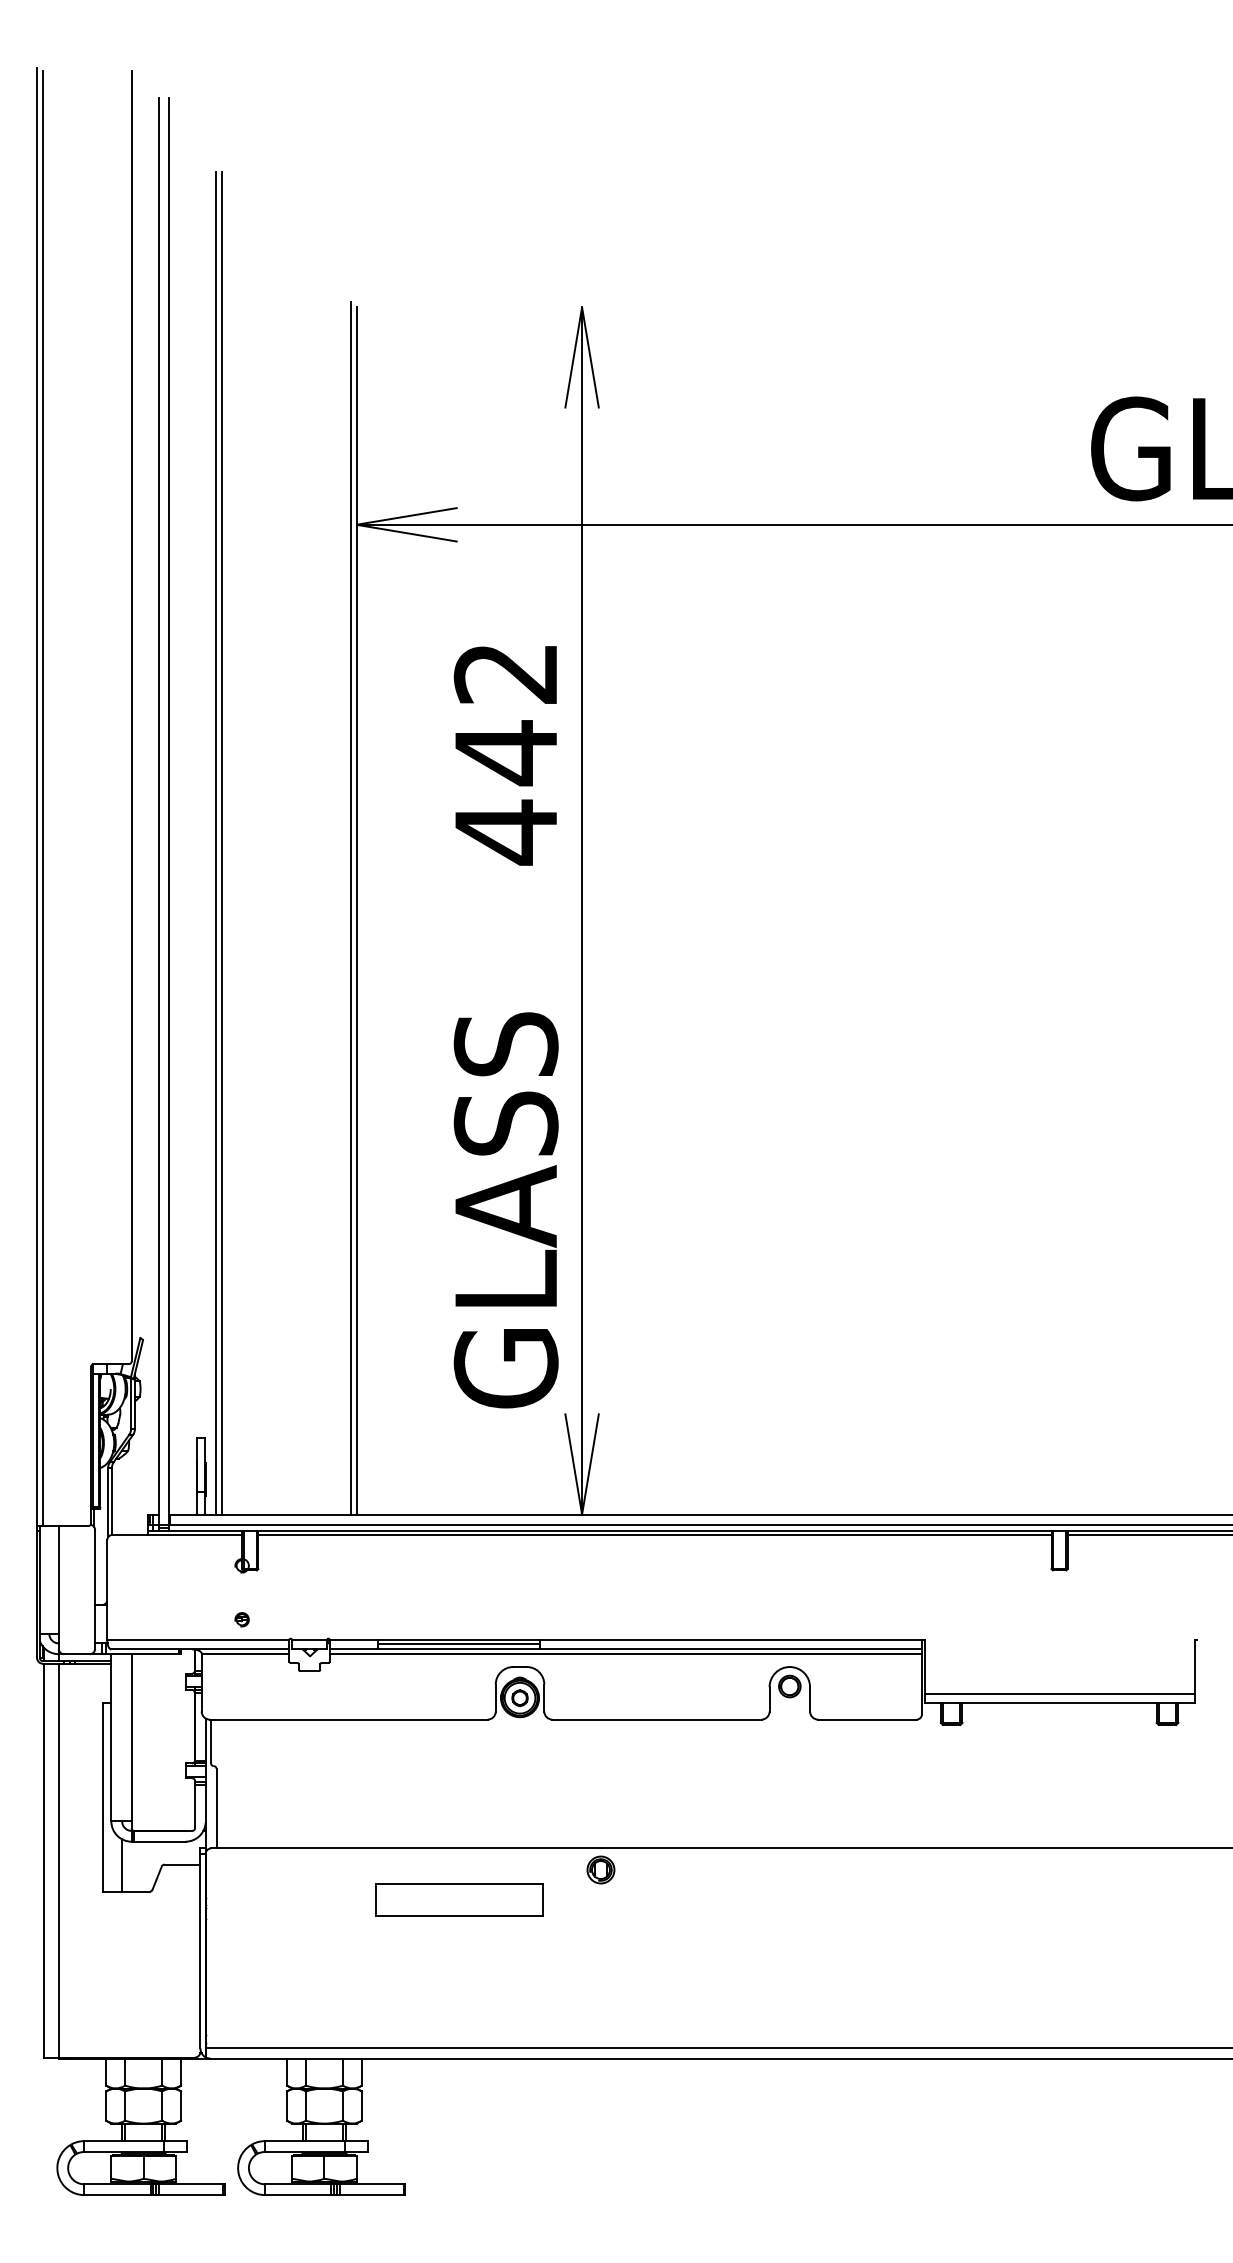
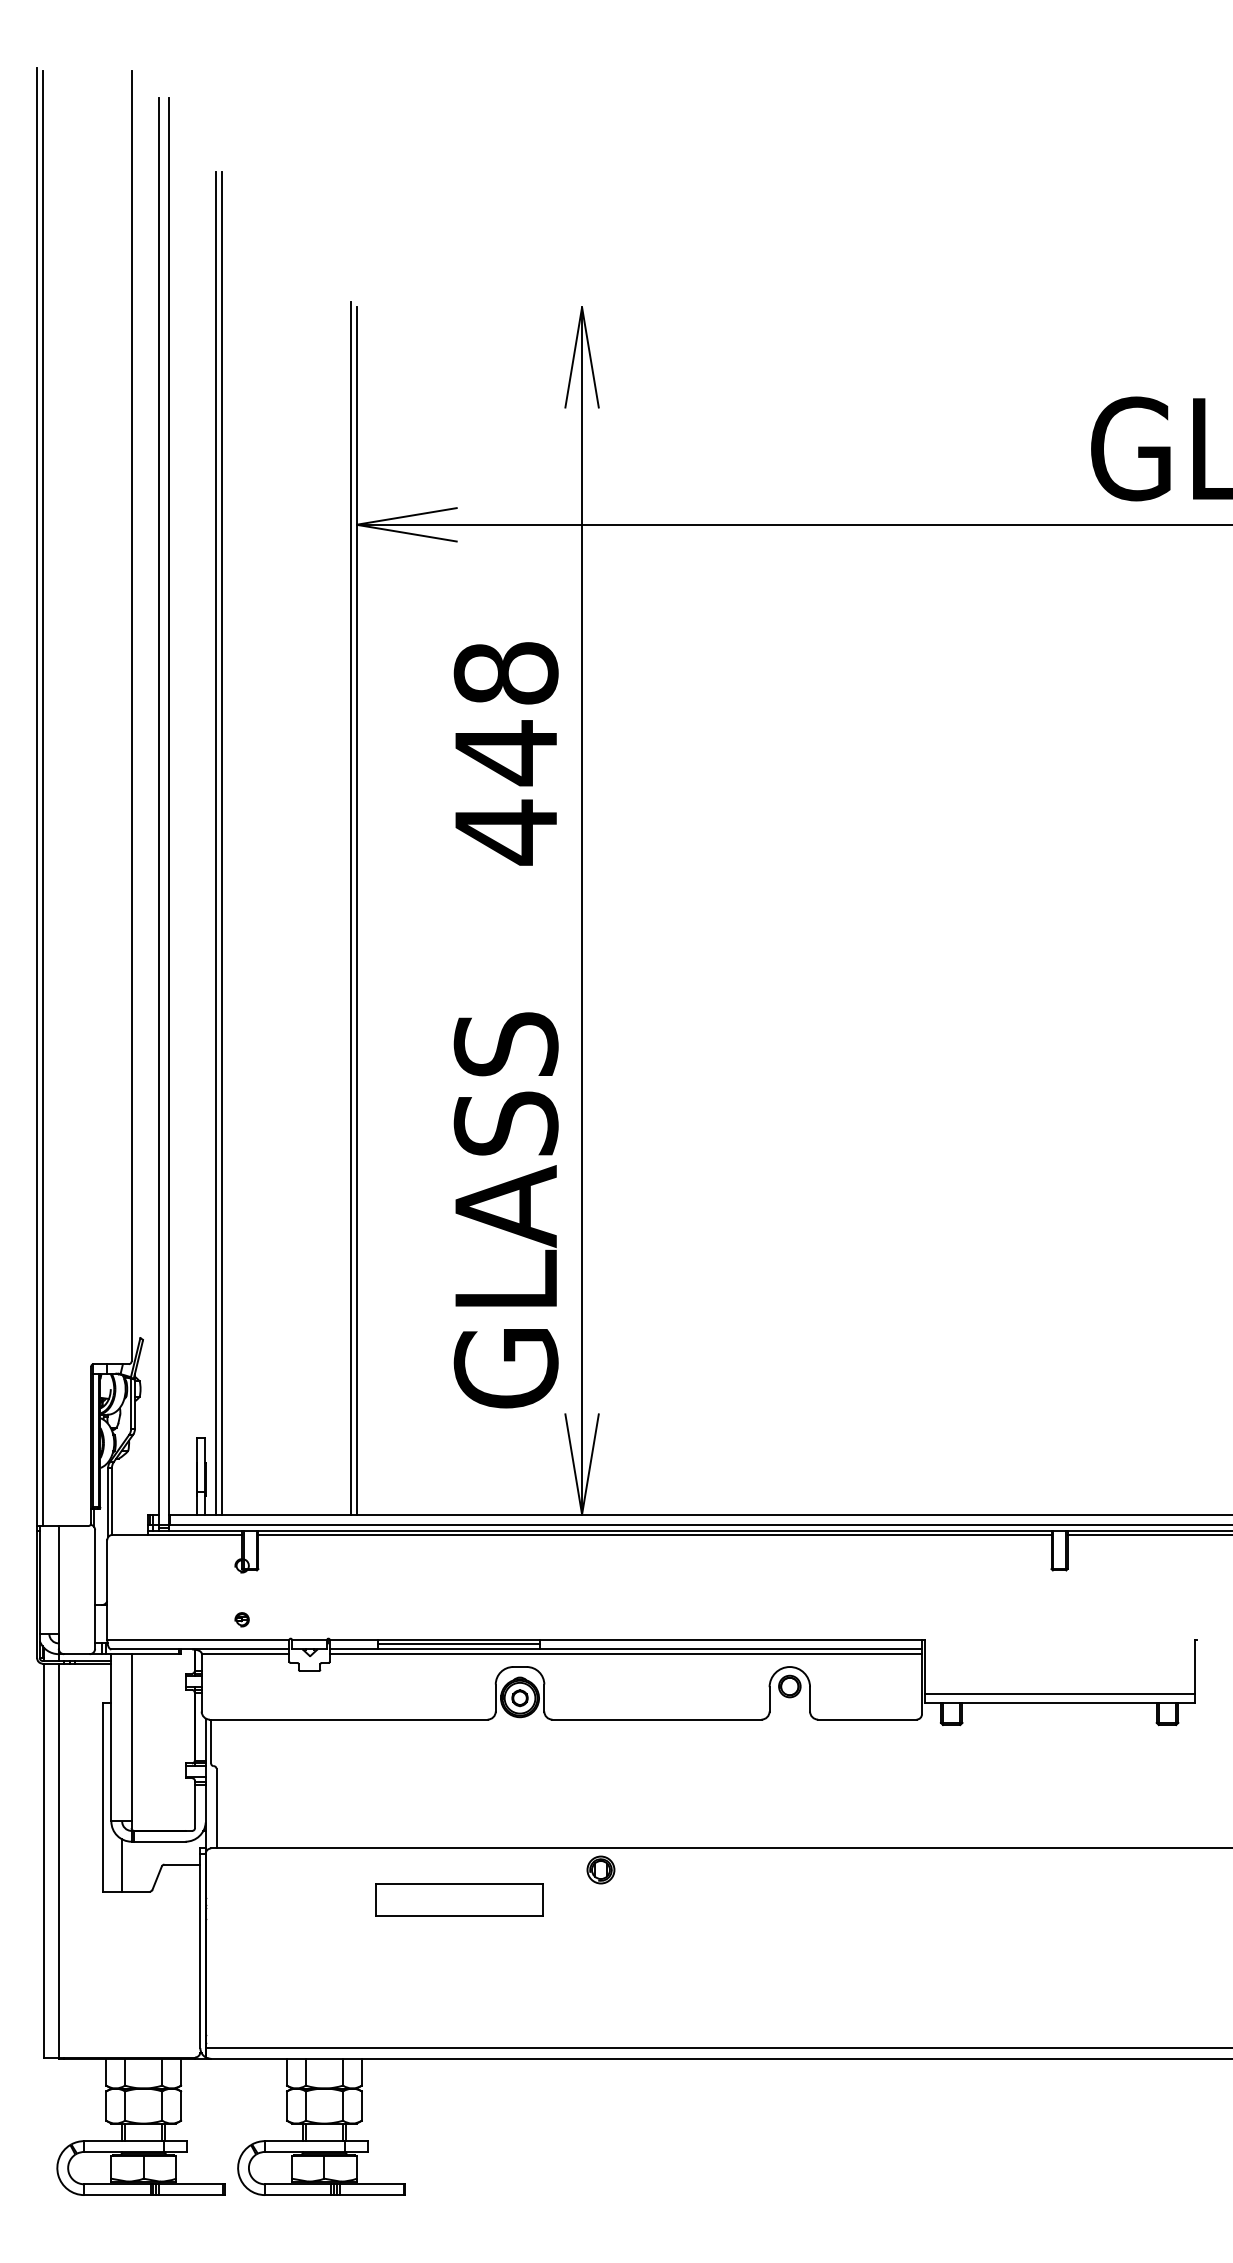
text at (505, 673): 442 -> 448
